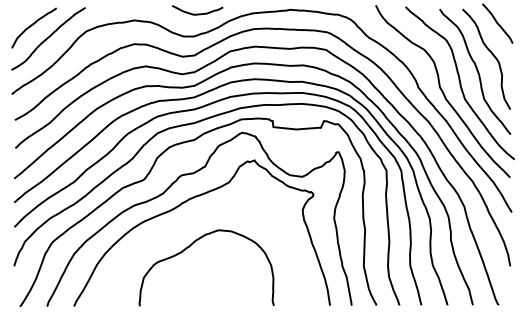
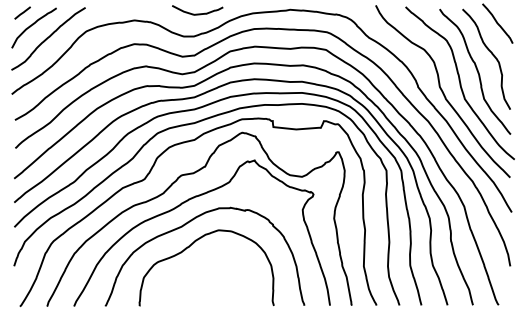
line at (22, 12): none -> present
curve at (185, 225): none -> present
